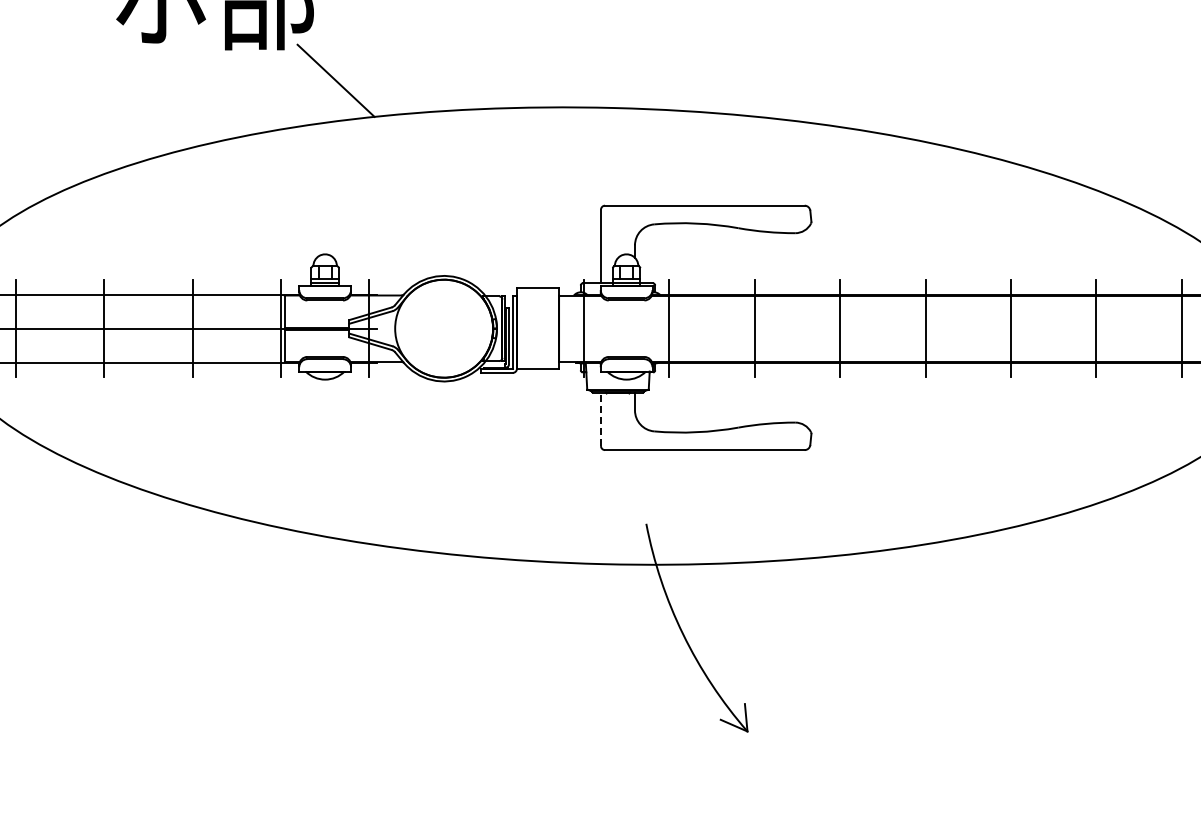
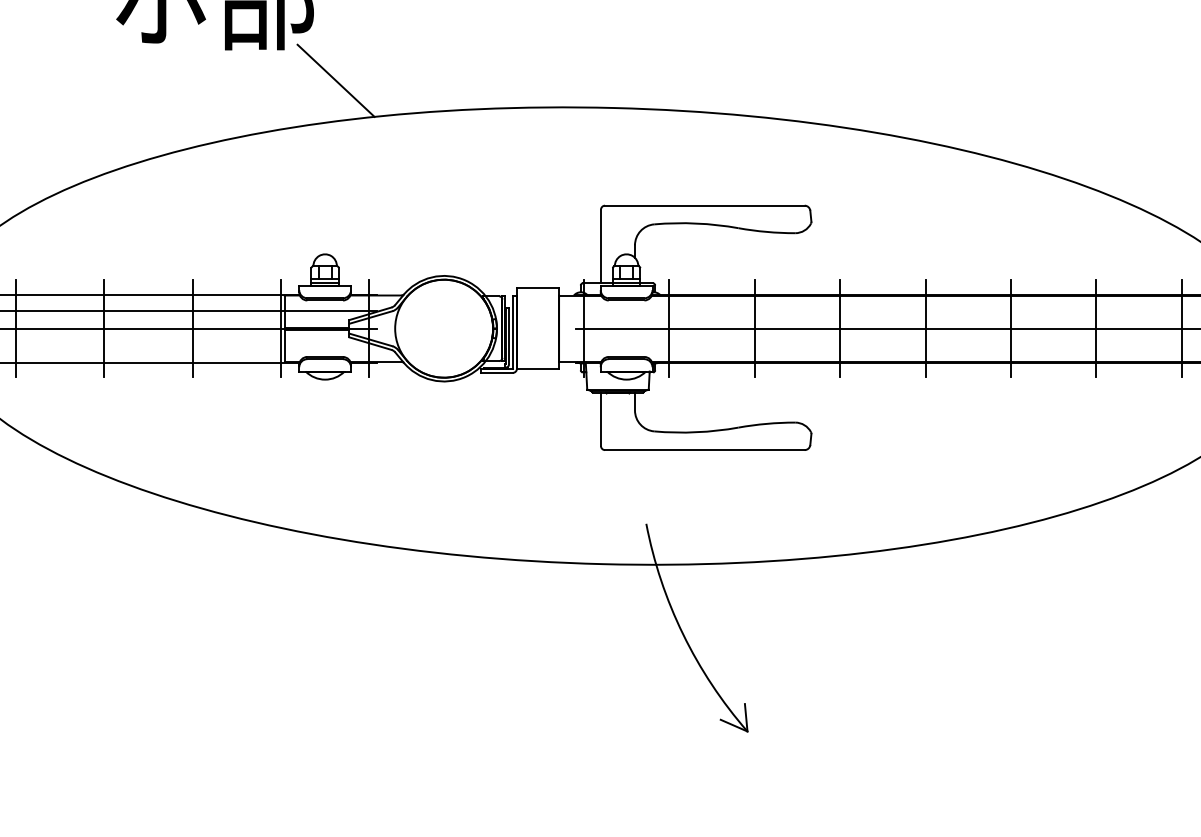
line at (189, 310): none -> present
line at (886, 328): none -> present
line at (601, 419): dashed -> solid
